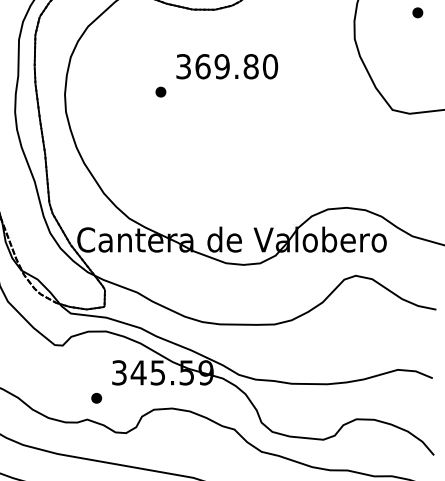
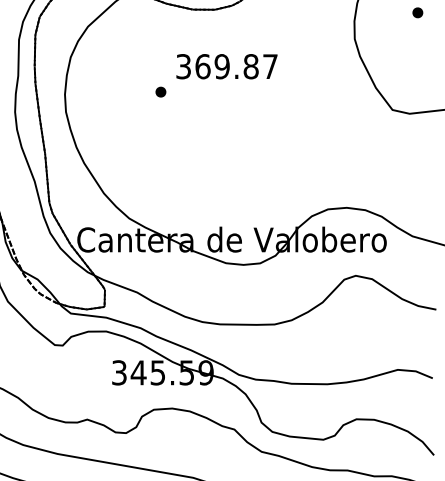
text at (270, 66): 369.80 -> 369.87
part at (96, 398): present -> none
